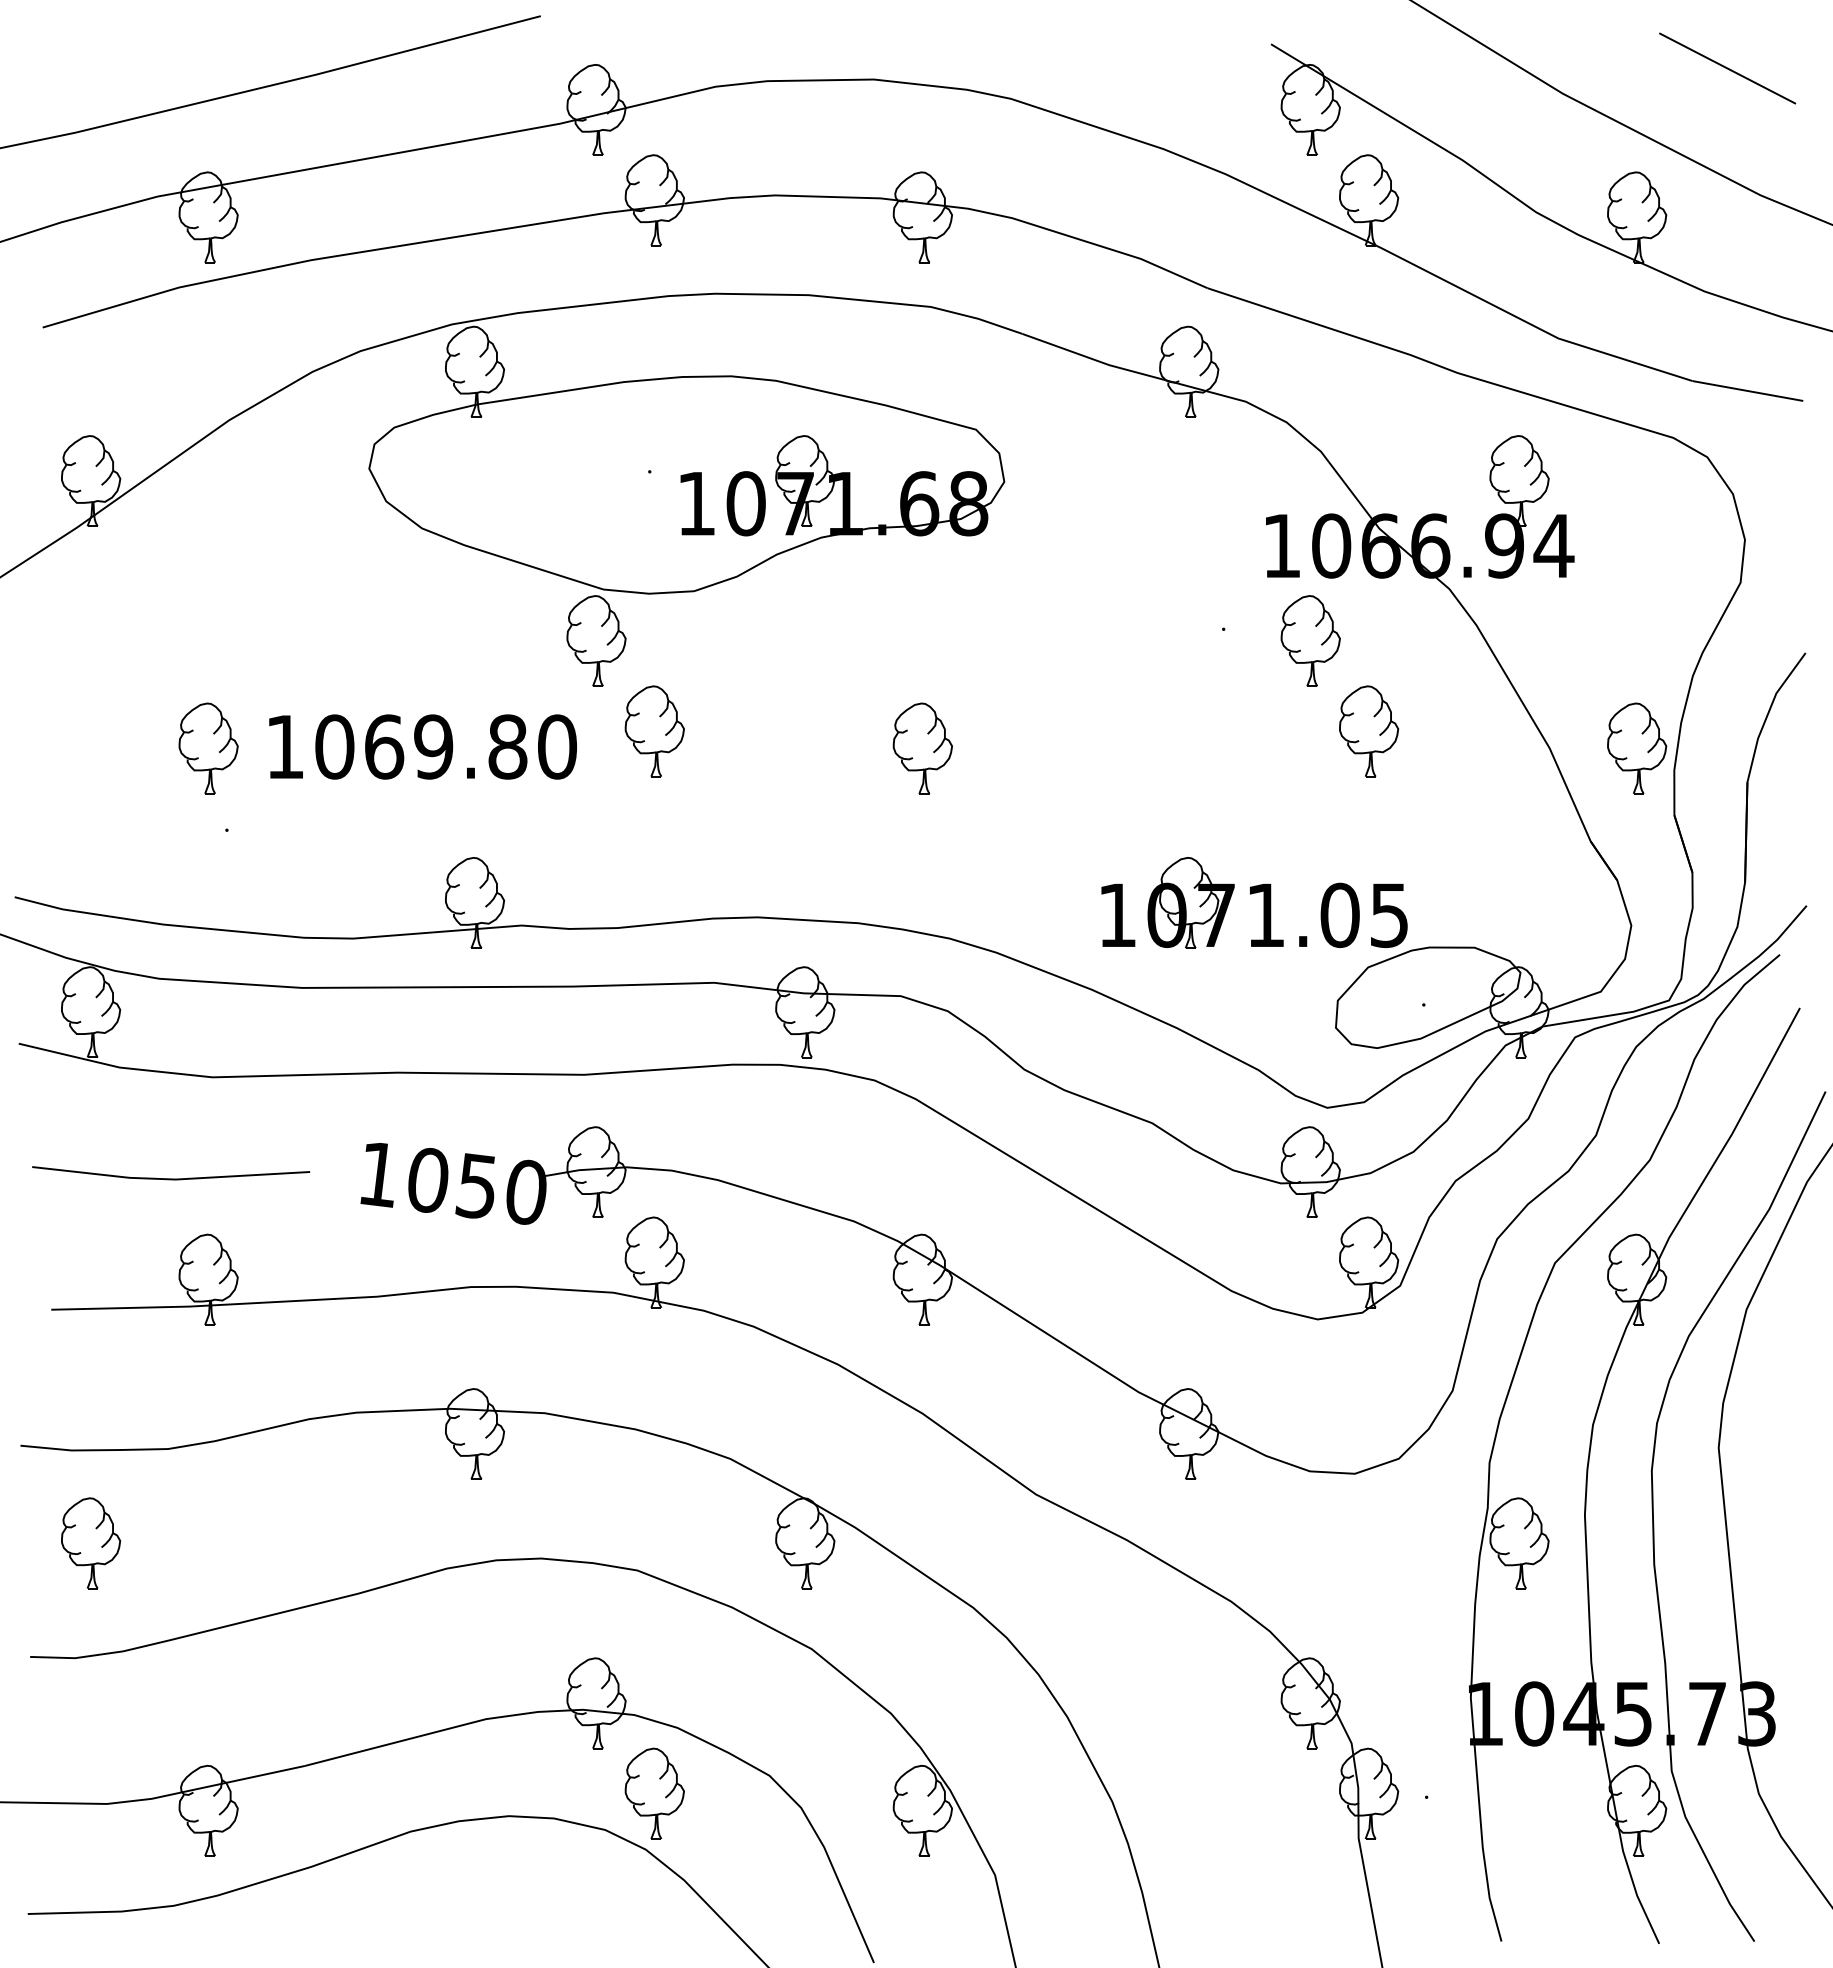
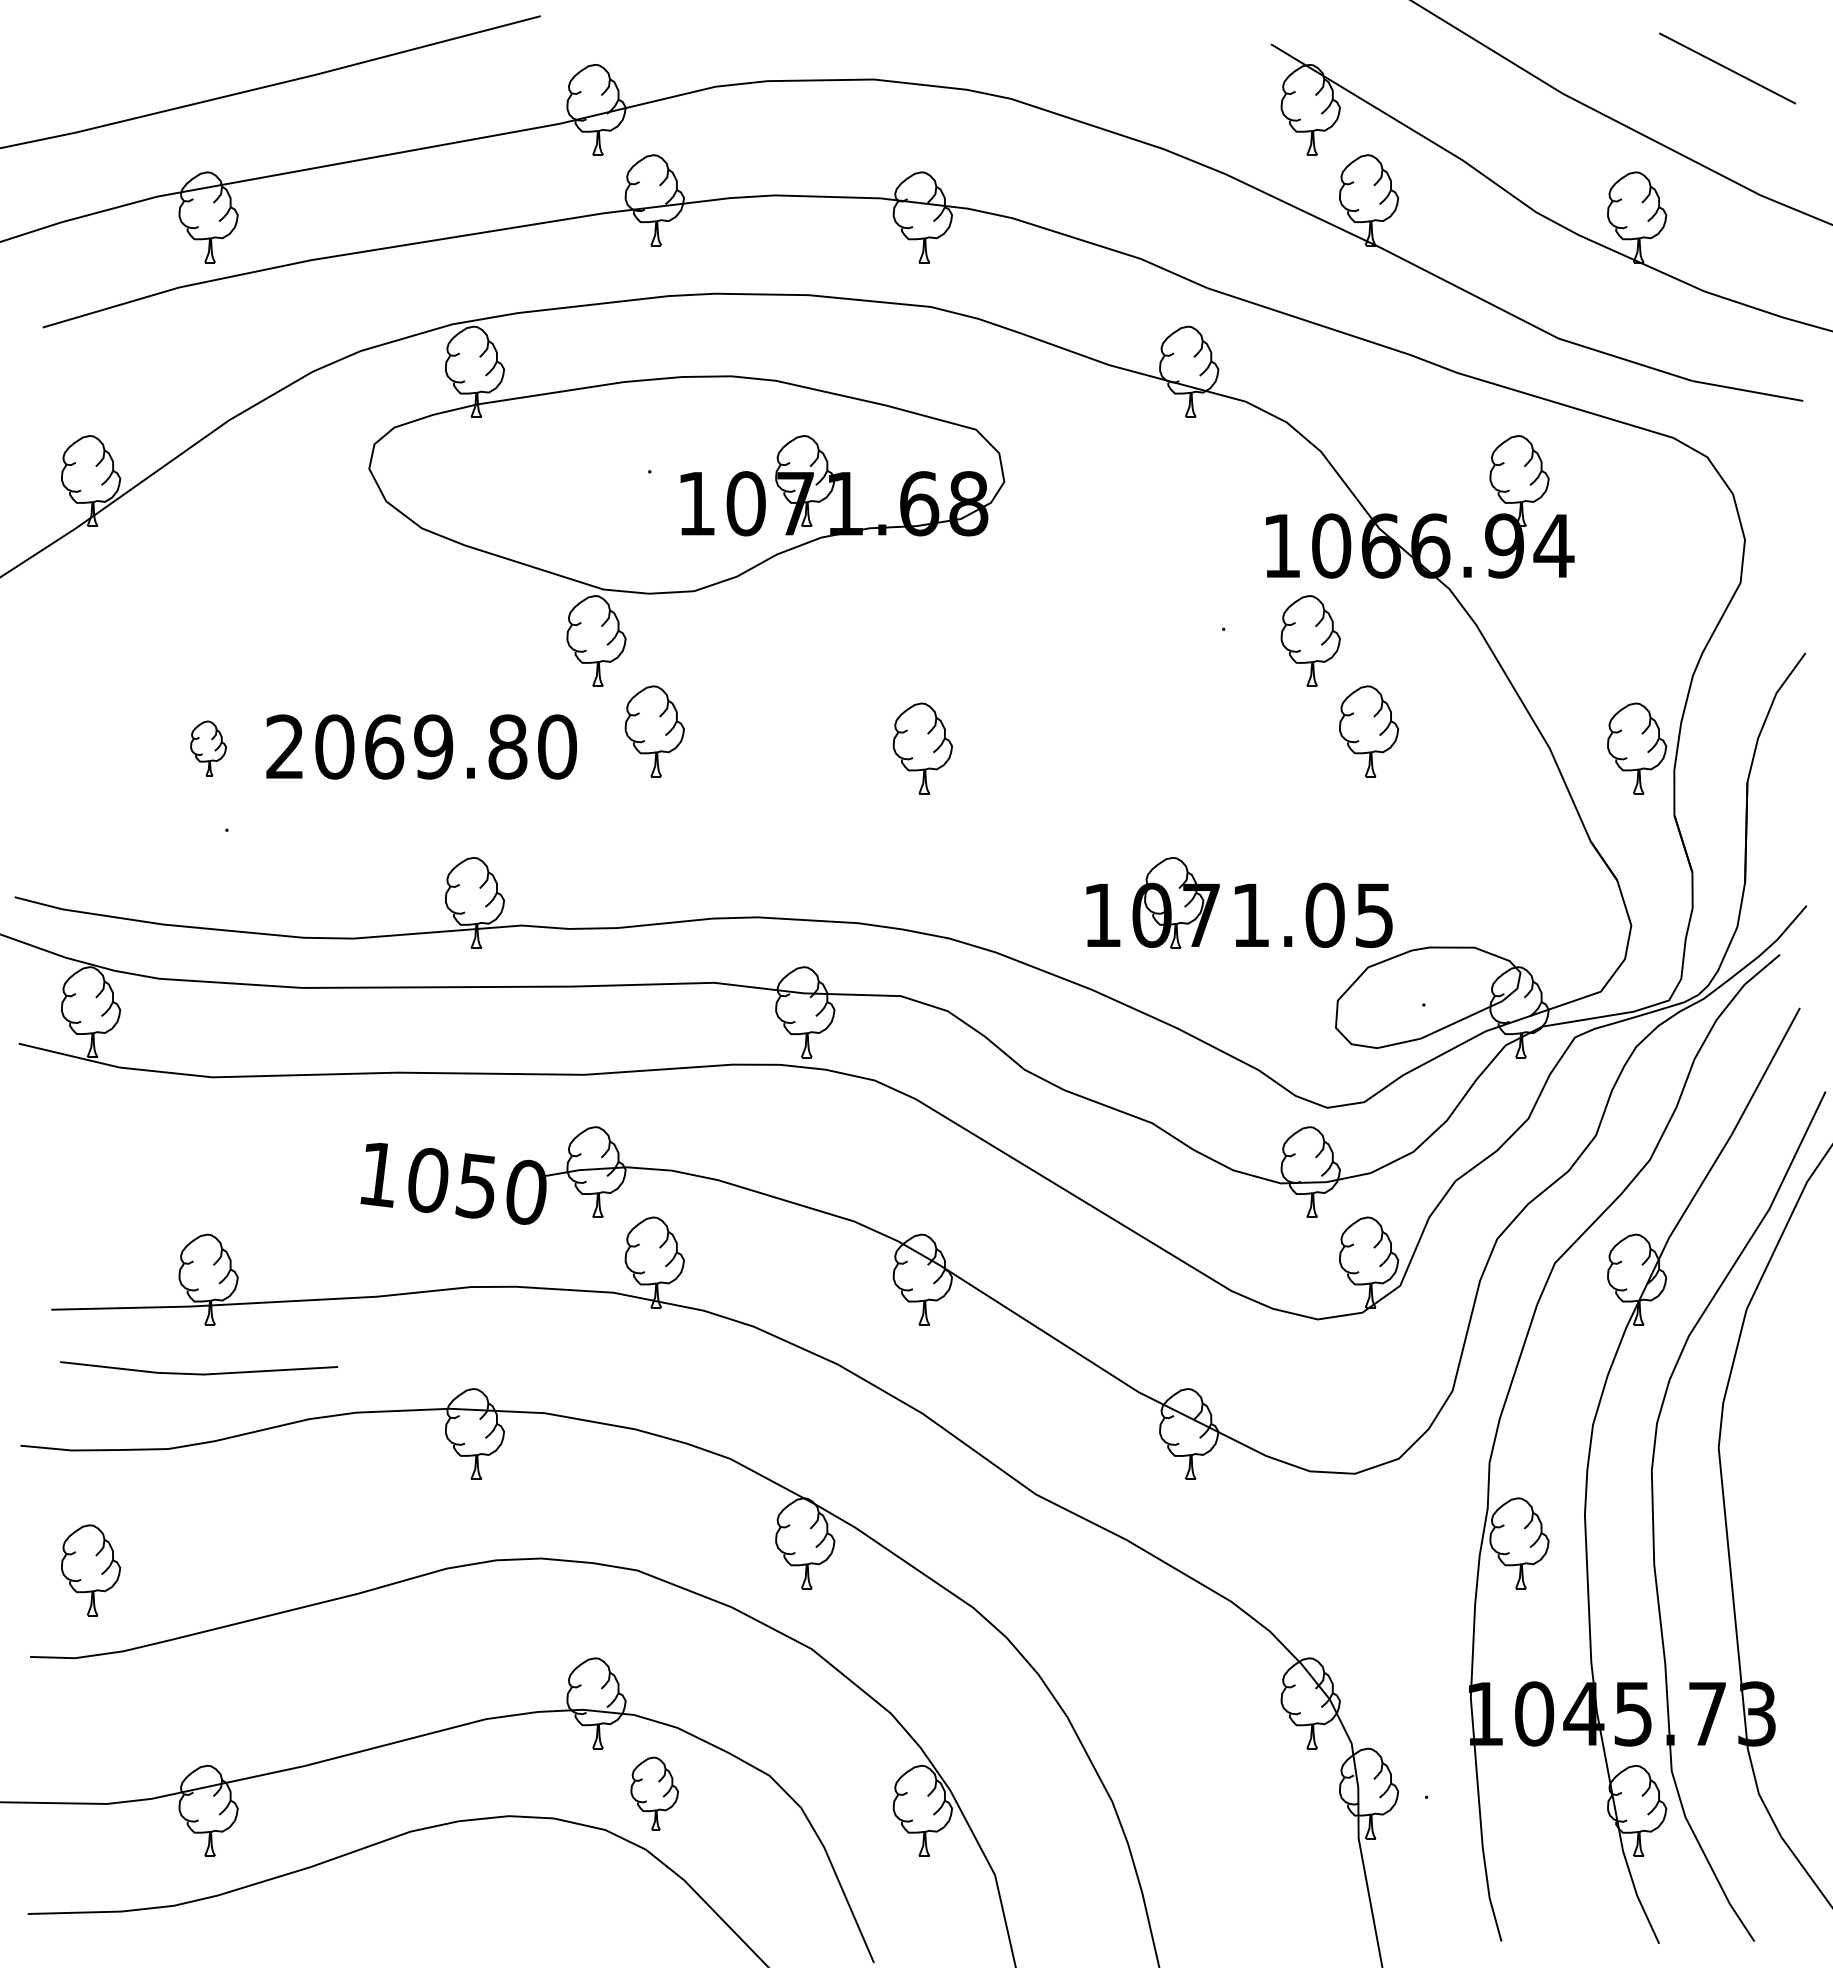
text at (284, 746): 1069.80 -> 2069.80
part at (208, 748) size: 61x93 px -> 37x57 px
part at (1251, 894) position: (1251, 894) -> (1236, 894)
line at (171, 1178) position: (171, 1178) -> (199, 1373)
part at (91, 1543) position: (91, 1543) -> (91, 1570)
part at (654, 1793) size: 61x93 px -> 49x75 px
